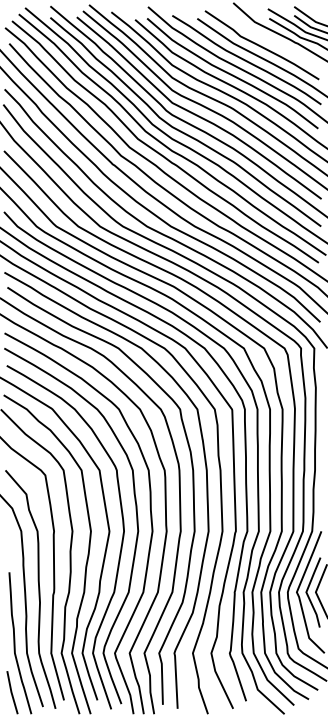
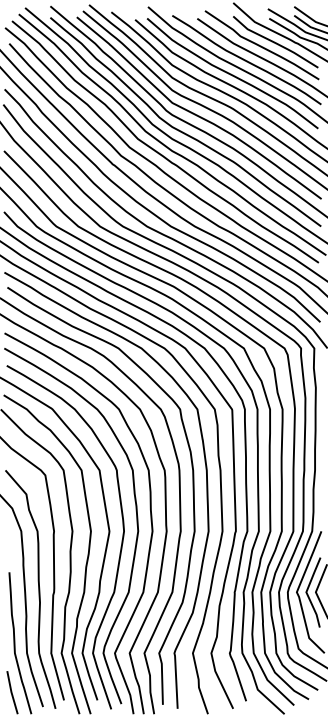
curve at (275, 42): none -> present
